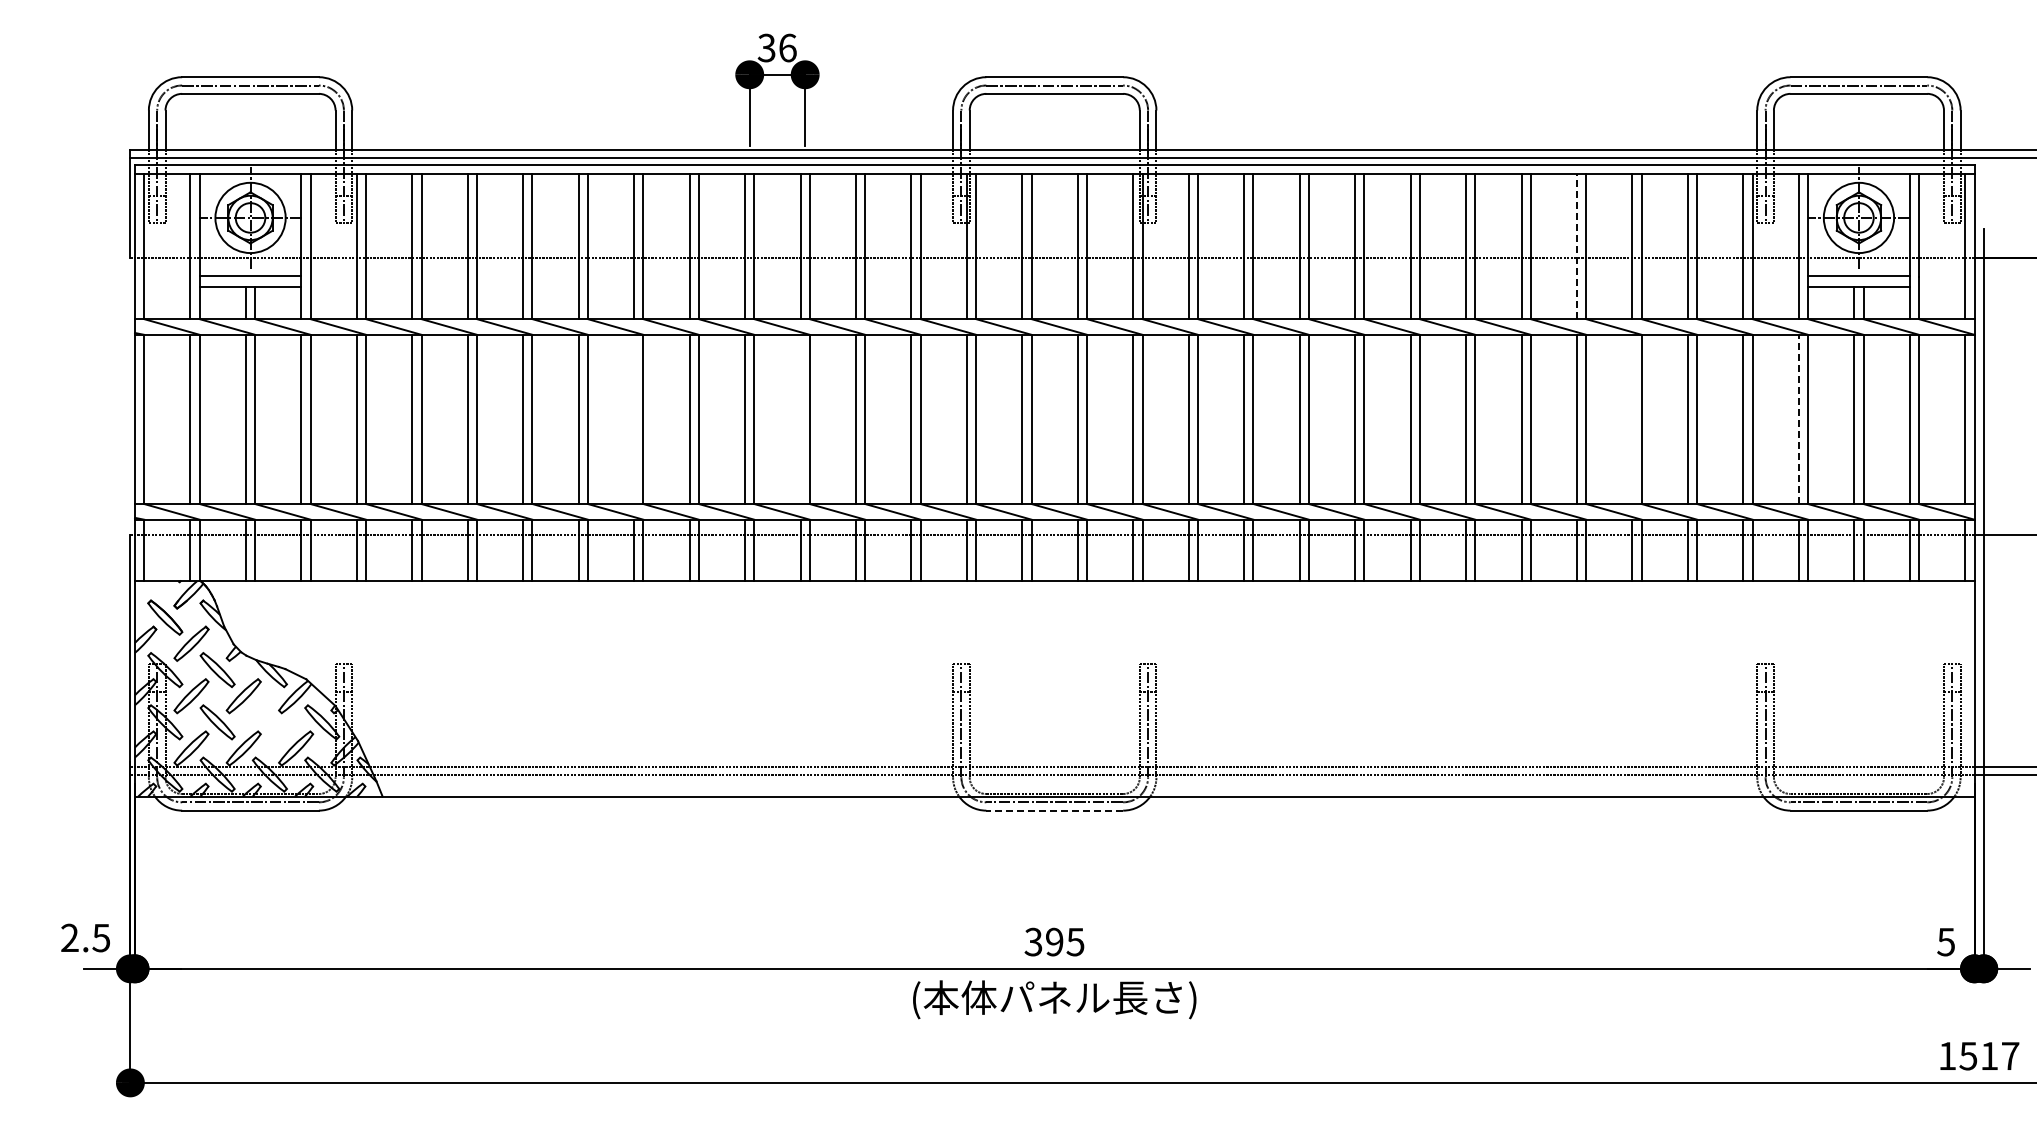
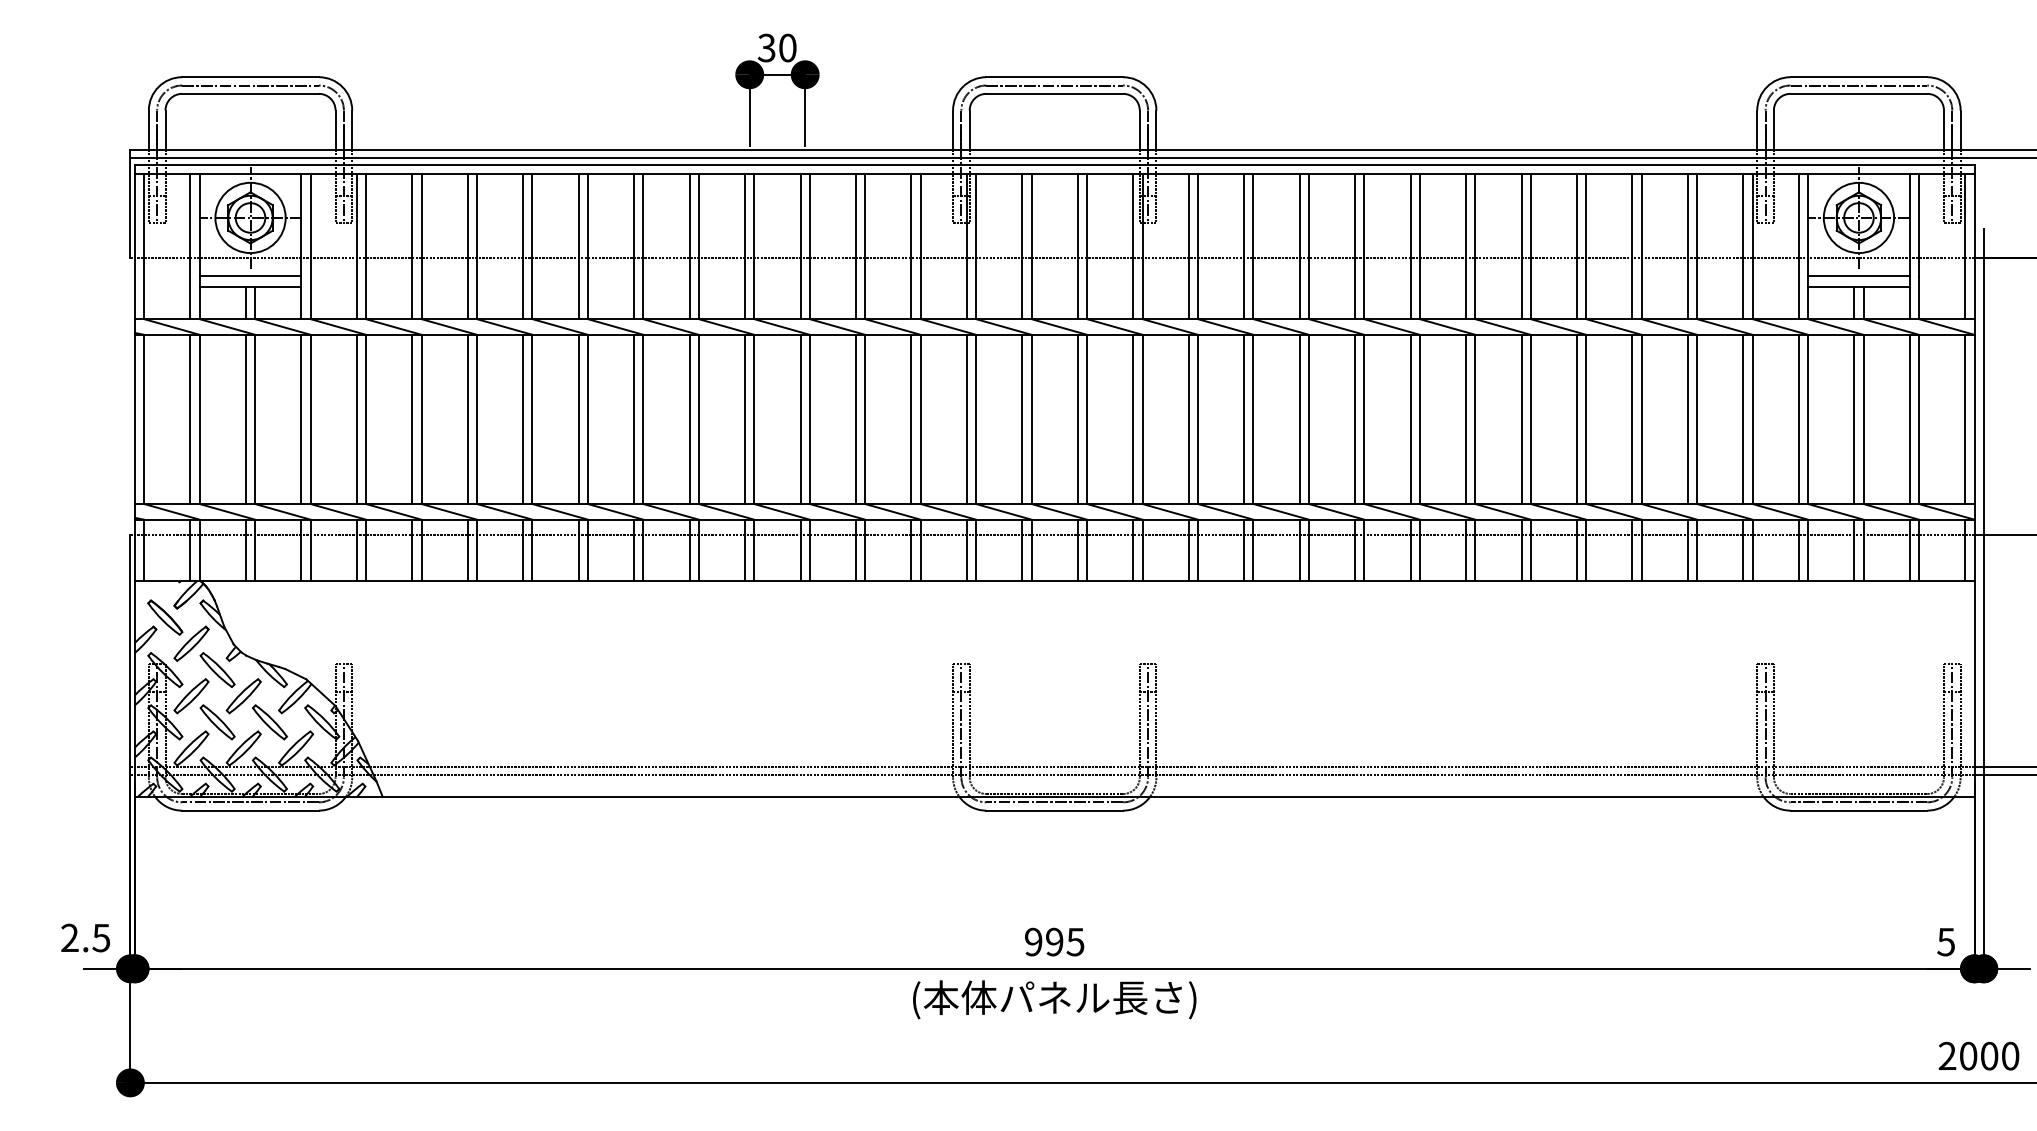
text at (787, 47): 36 -> 30
line at (1577, 246): dashed -> solid
line at (634, 419): none -> present
line at (800, 419): none -> present
line at (1632, 419): none -> present
line at (1798, 419): dashed -> solid
part at (269, 722): none -> present
line at (1054, 810): dashed -> solid
text at (1033, 942): 395 -> 995
text at (1978, 1055): 1517 -> 2000
